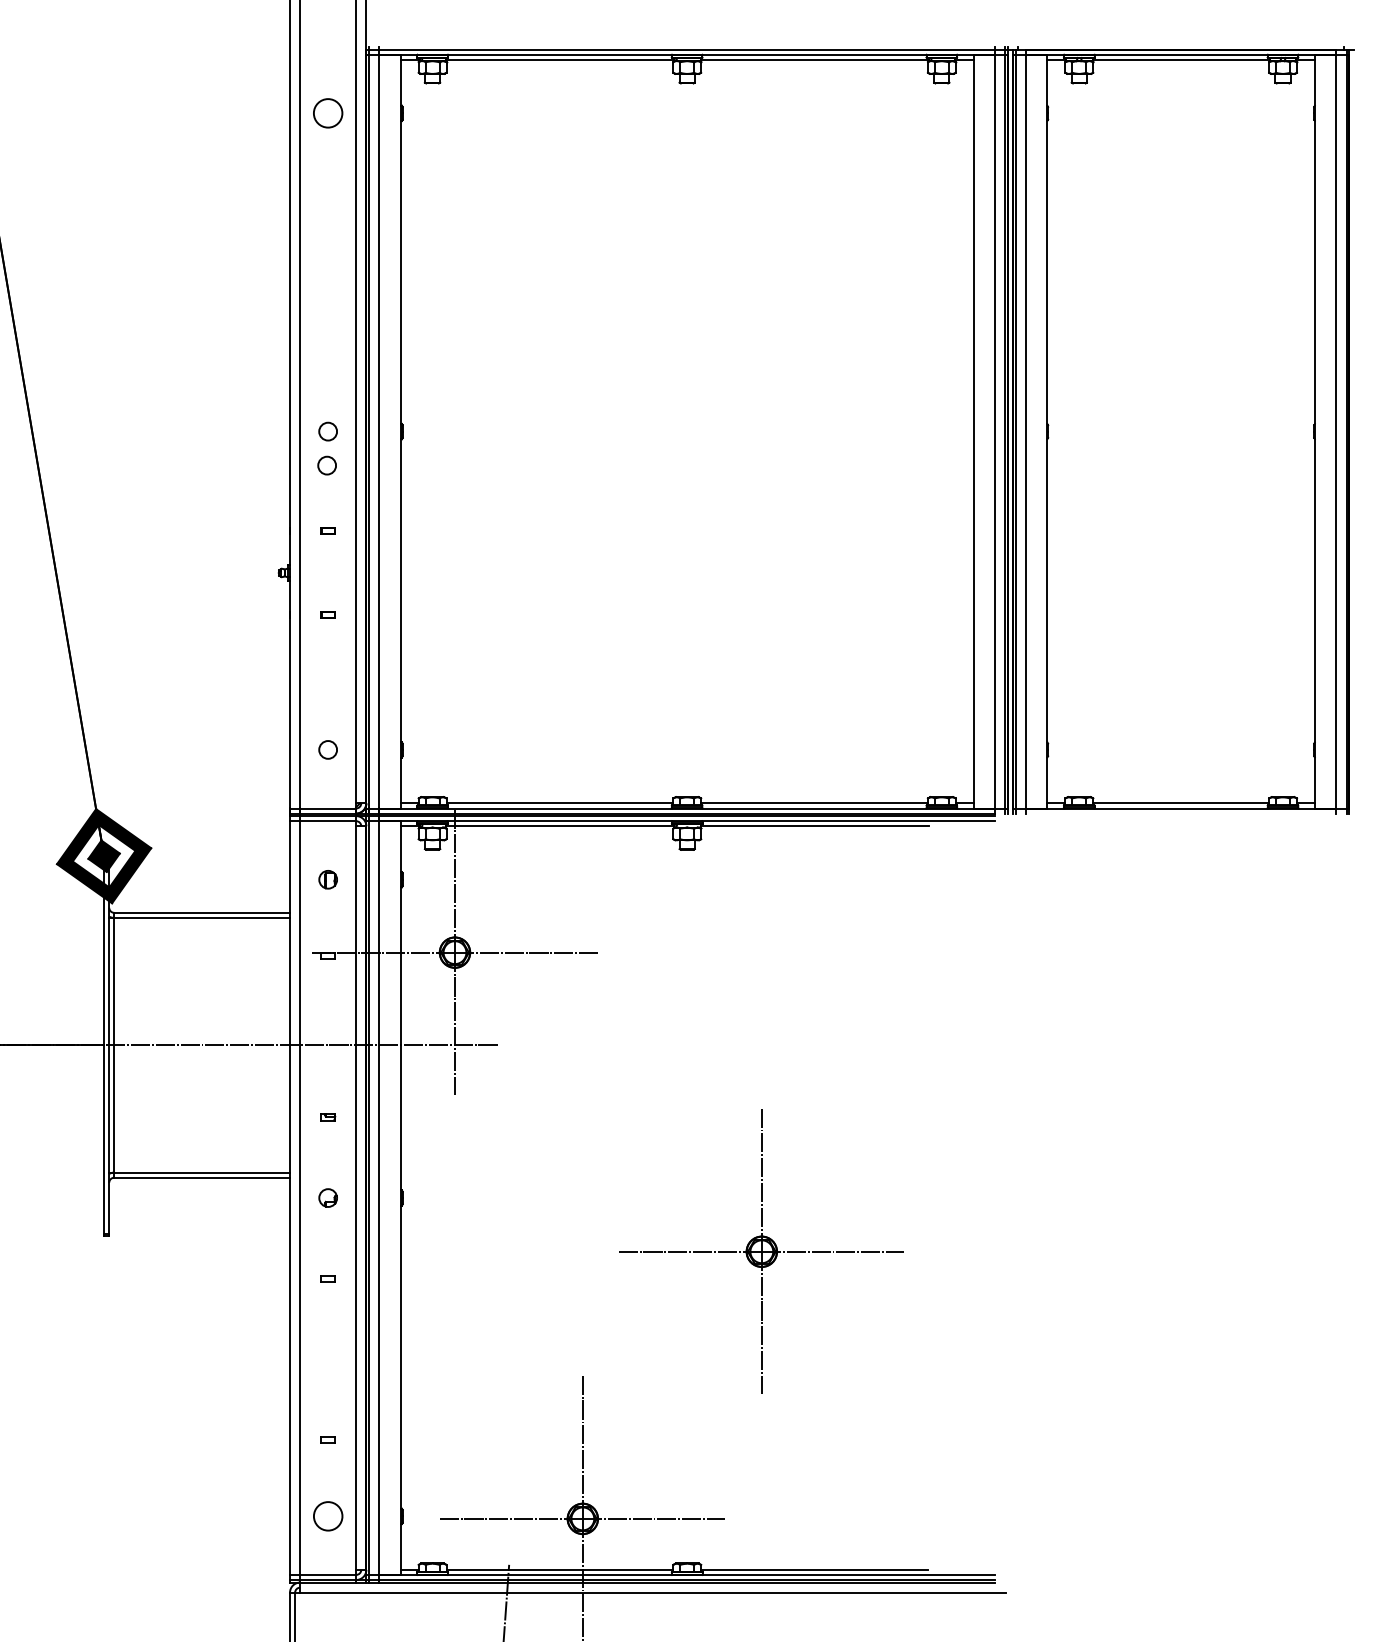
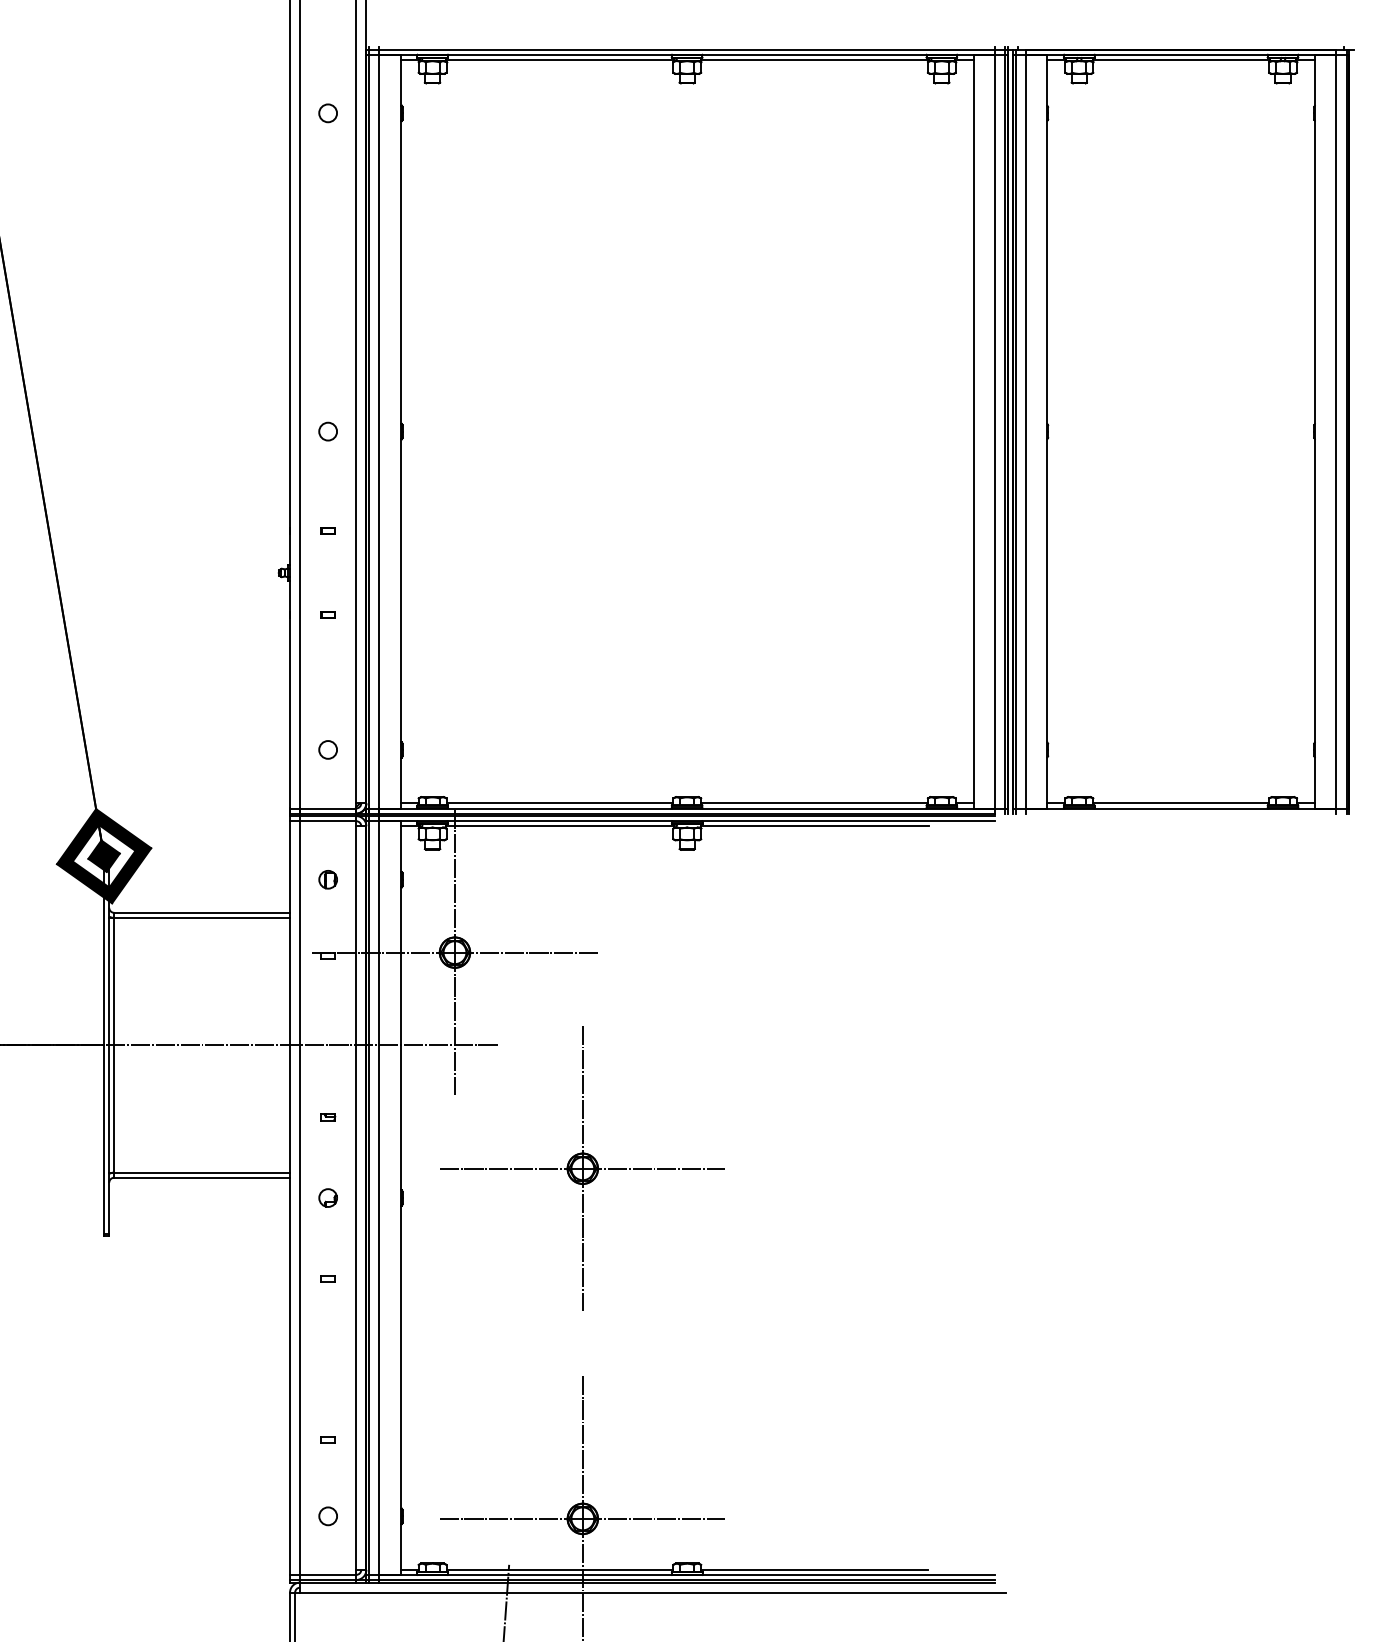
circle at (327, 113) diameter: 29 px -> 18 px
circle at (326, 465): present -> none
part at (761, 1251) position: (761, 1251) -> (582, 1168)
circle at (327, 1516) diameter: 29 px -> 18 px
